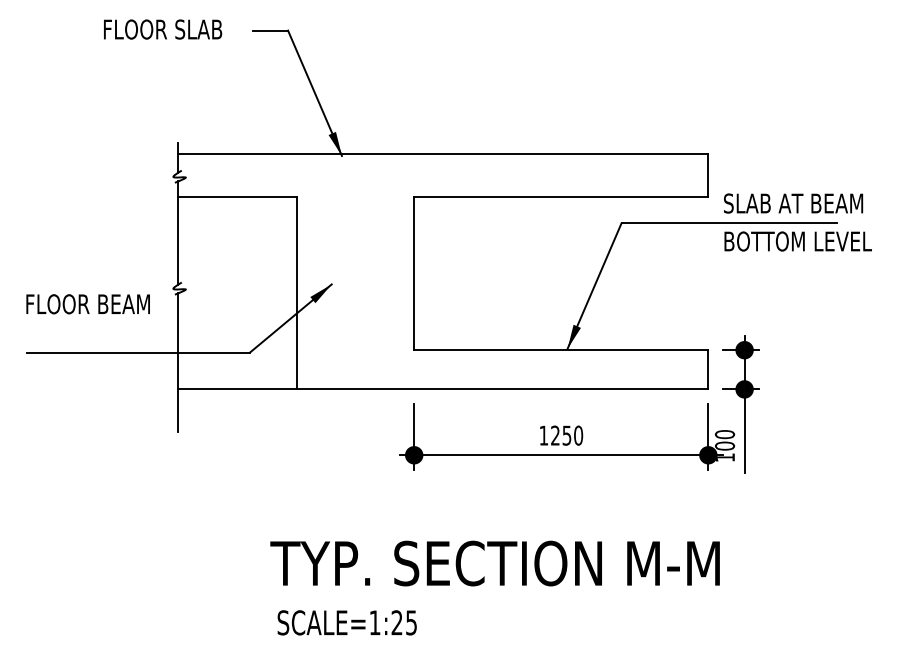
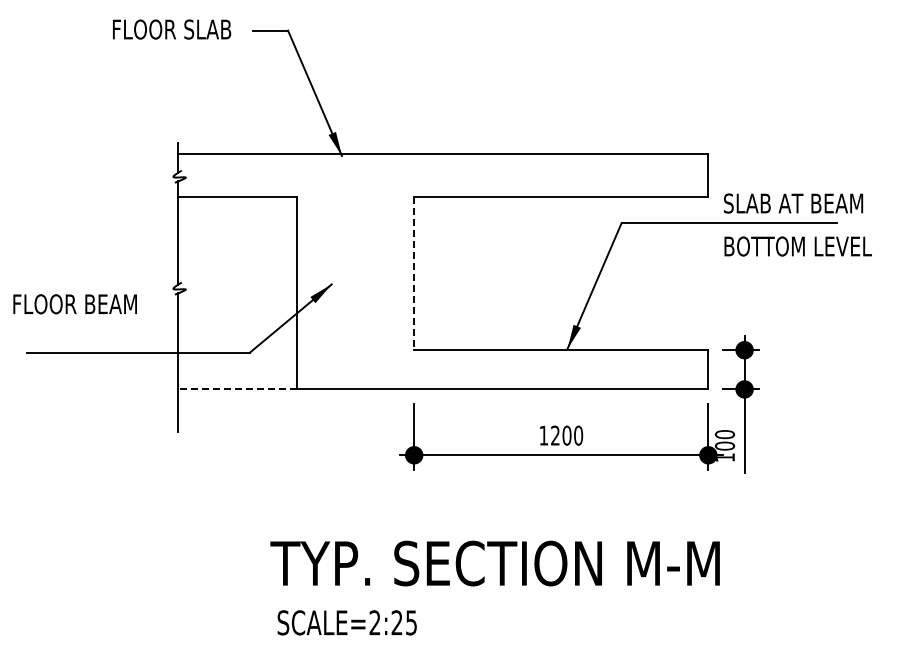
text at (163, 29) position: (163, 29) -> (172, 29)
text at (797, 241) position: (797, 241) -> (797, 246)
line at (414, 274): solid -> dashed
text at (87, 304) position: (87, 304) -> (74, 304)
line at (236, 389): solid -> dashed
text at (566, 435): 1250 -> 1200
text at (374, 622): SCALE=1:25 -> SCALE=2:25
